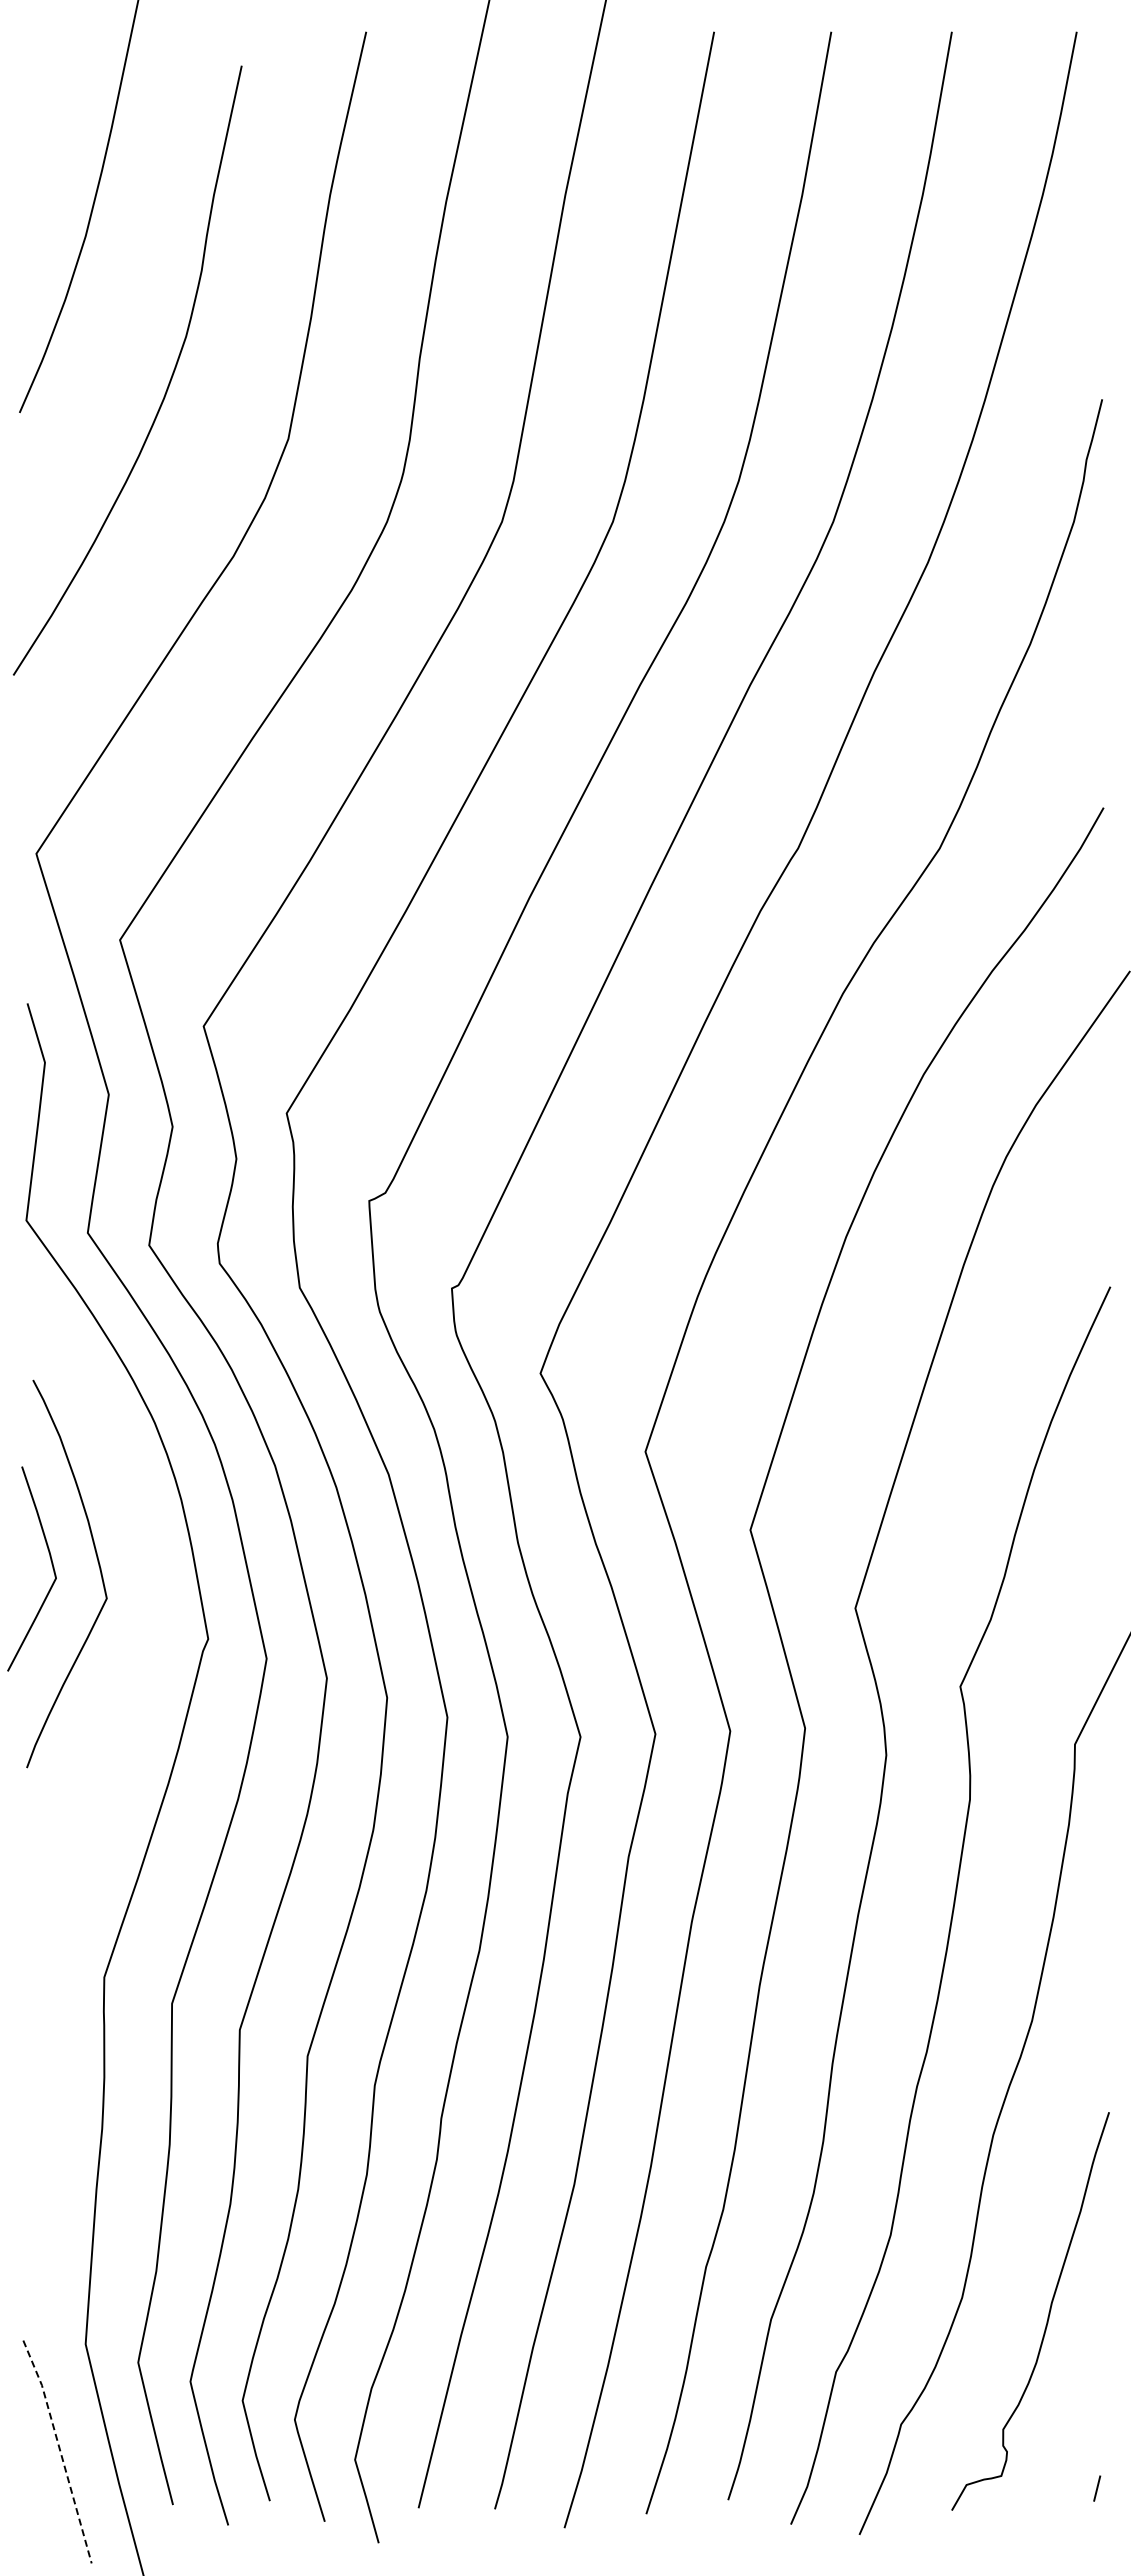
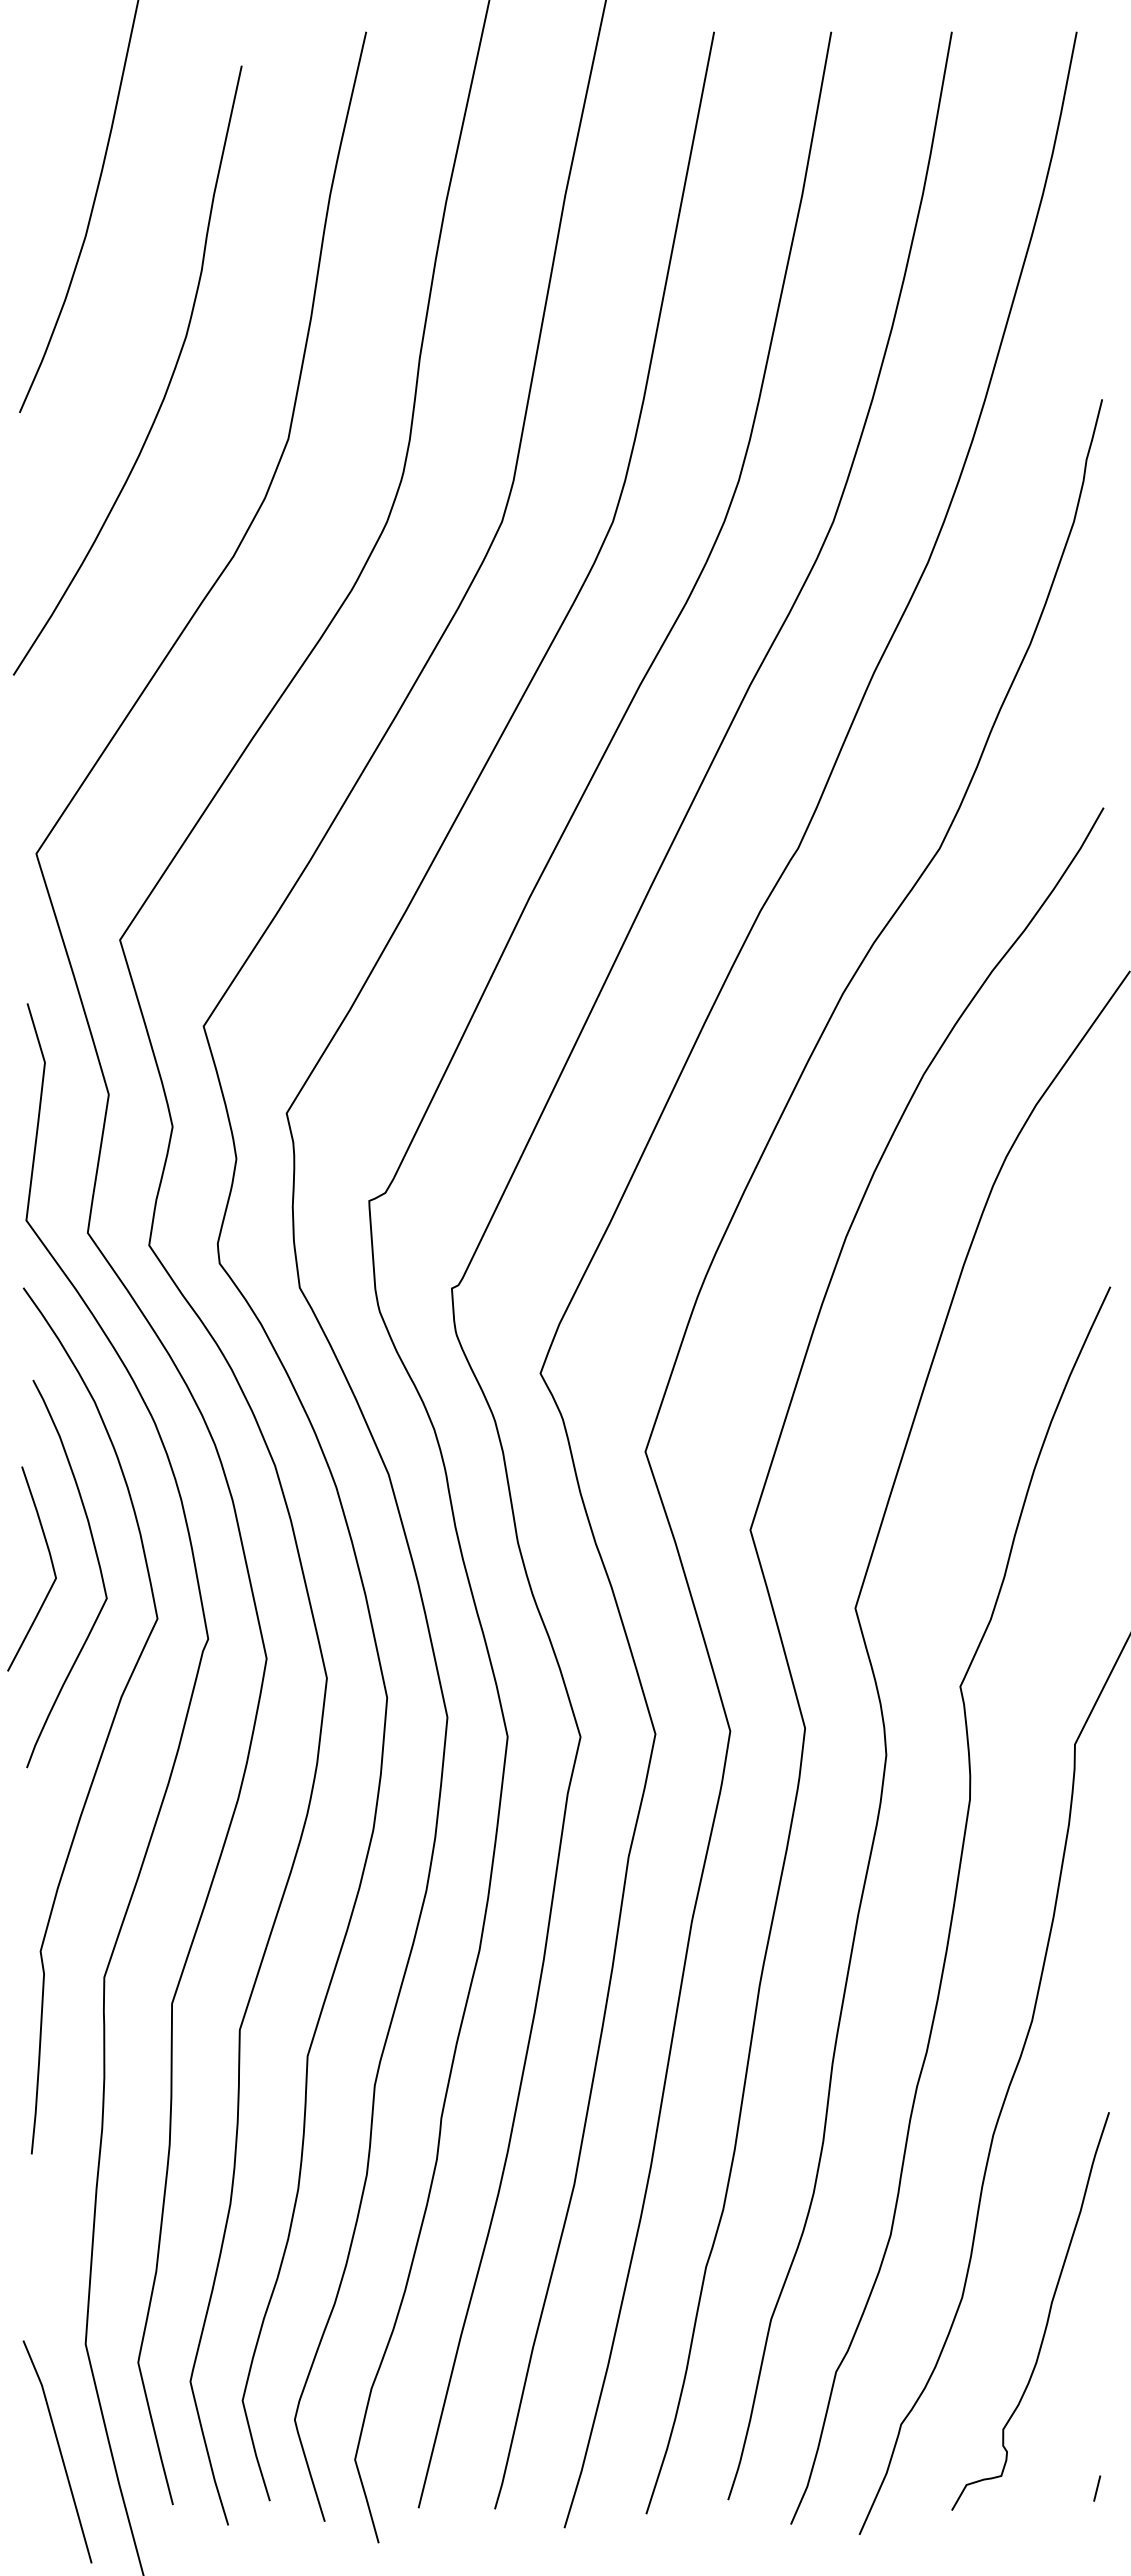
curve at (110, 1725): none -> present
line at (60, 2450): dashed -> solid
